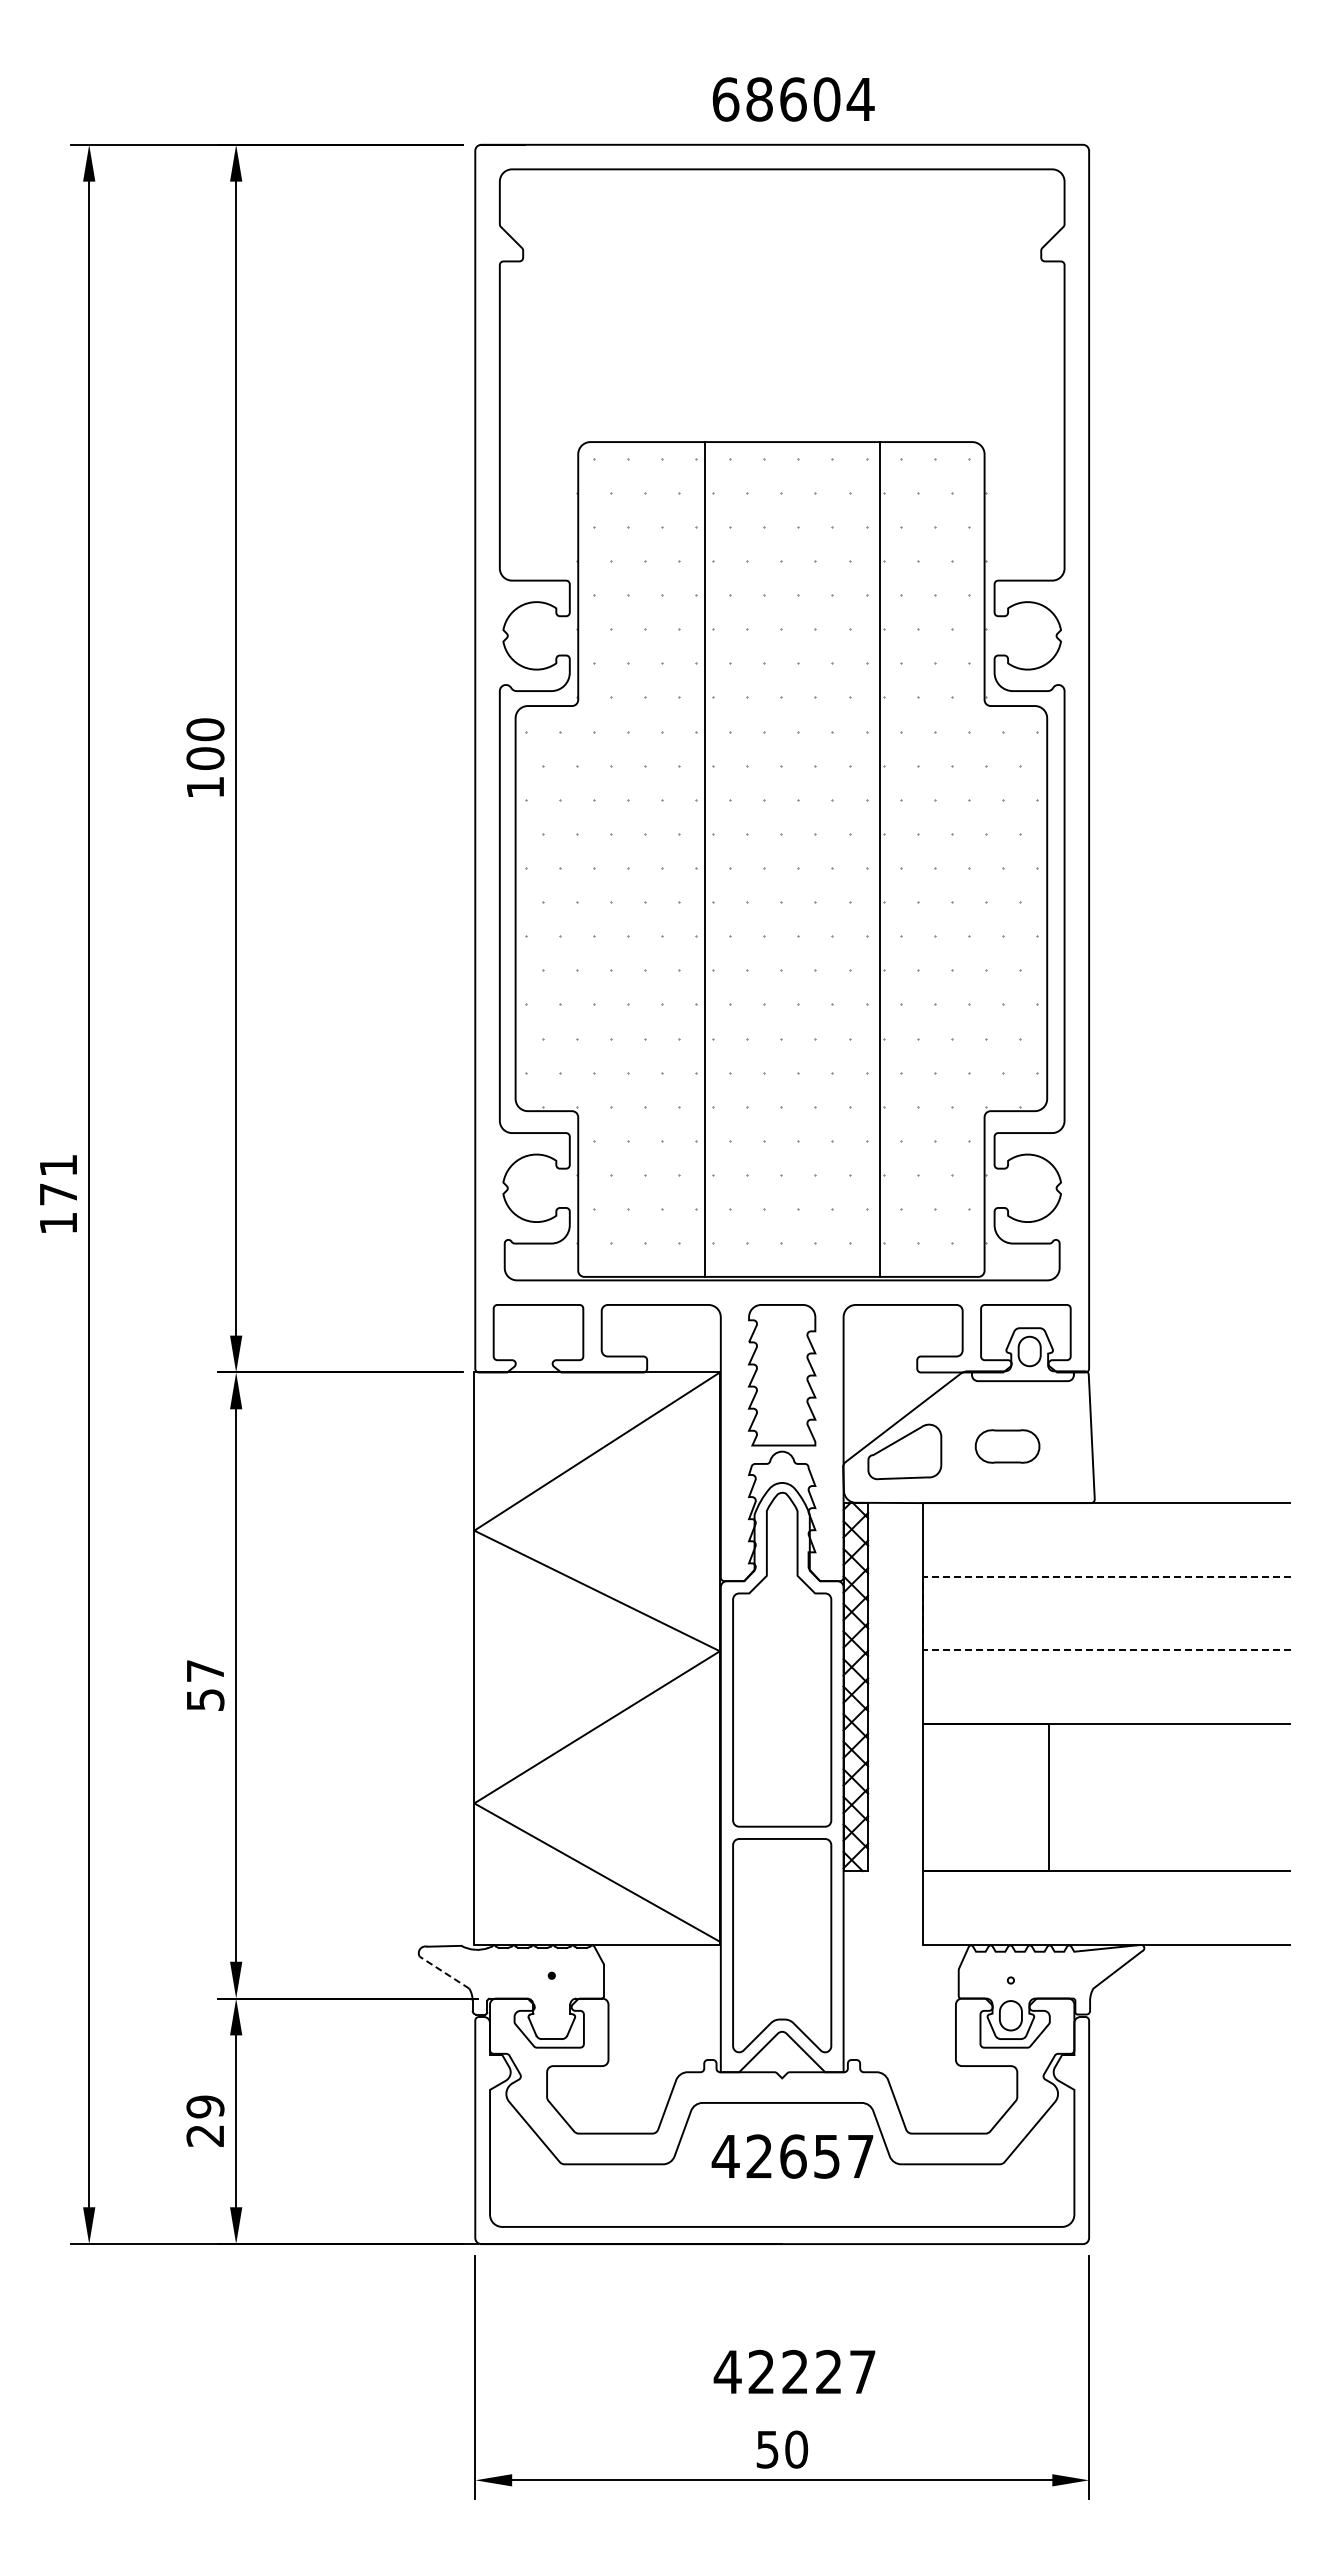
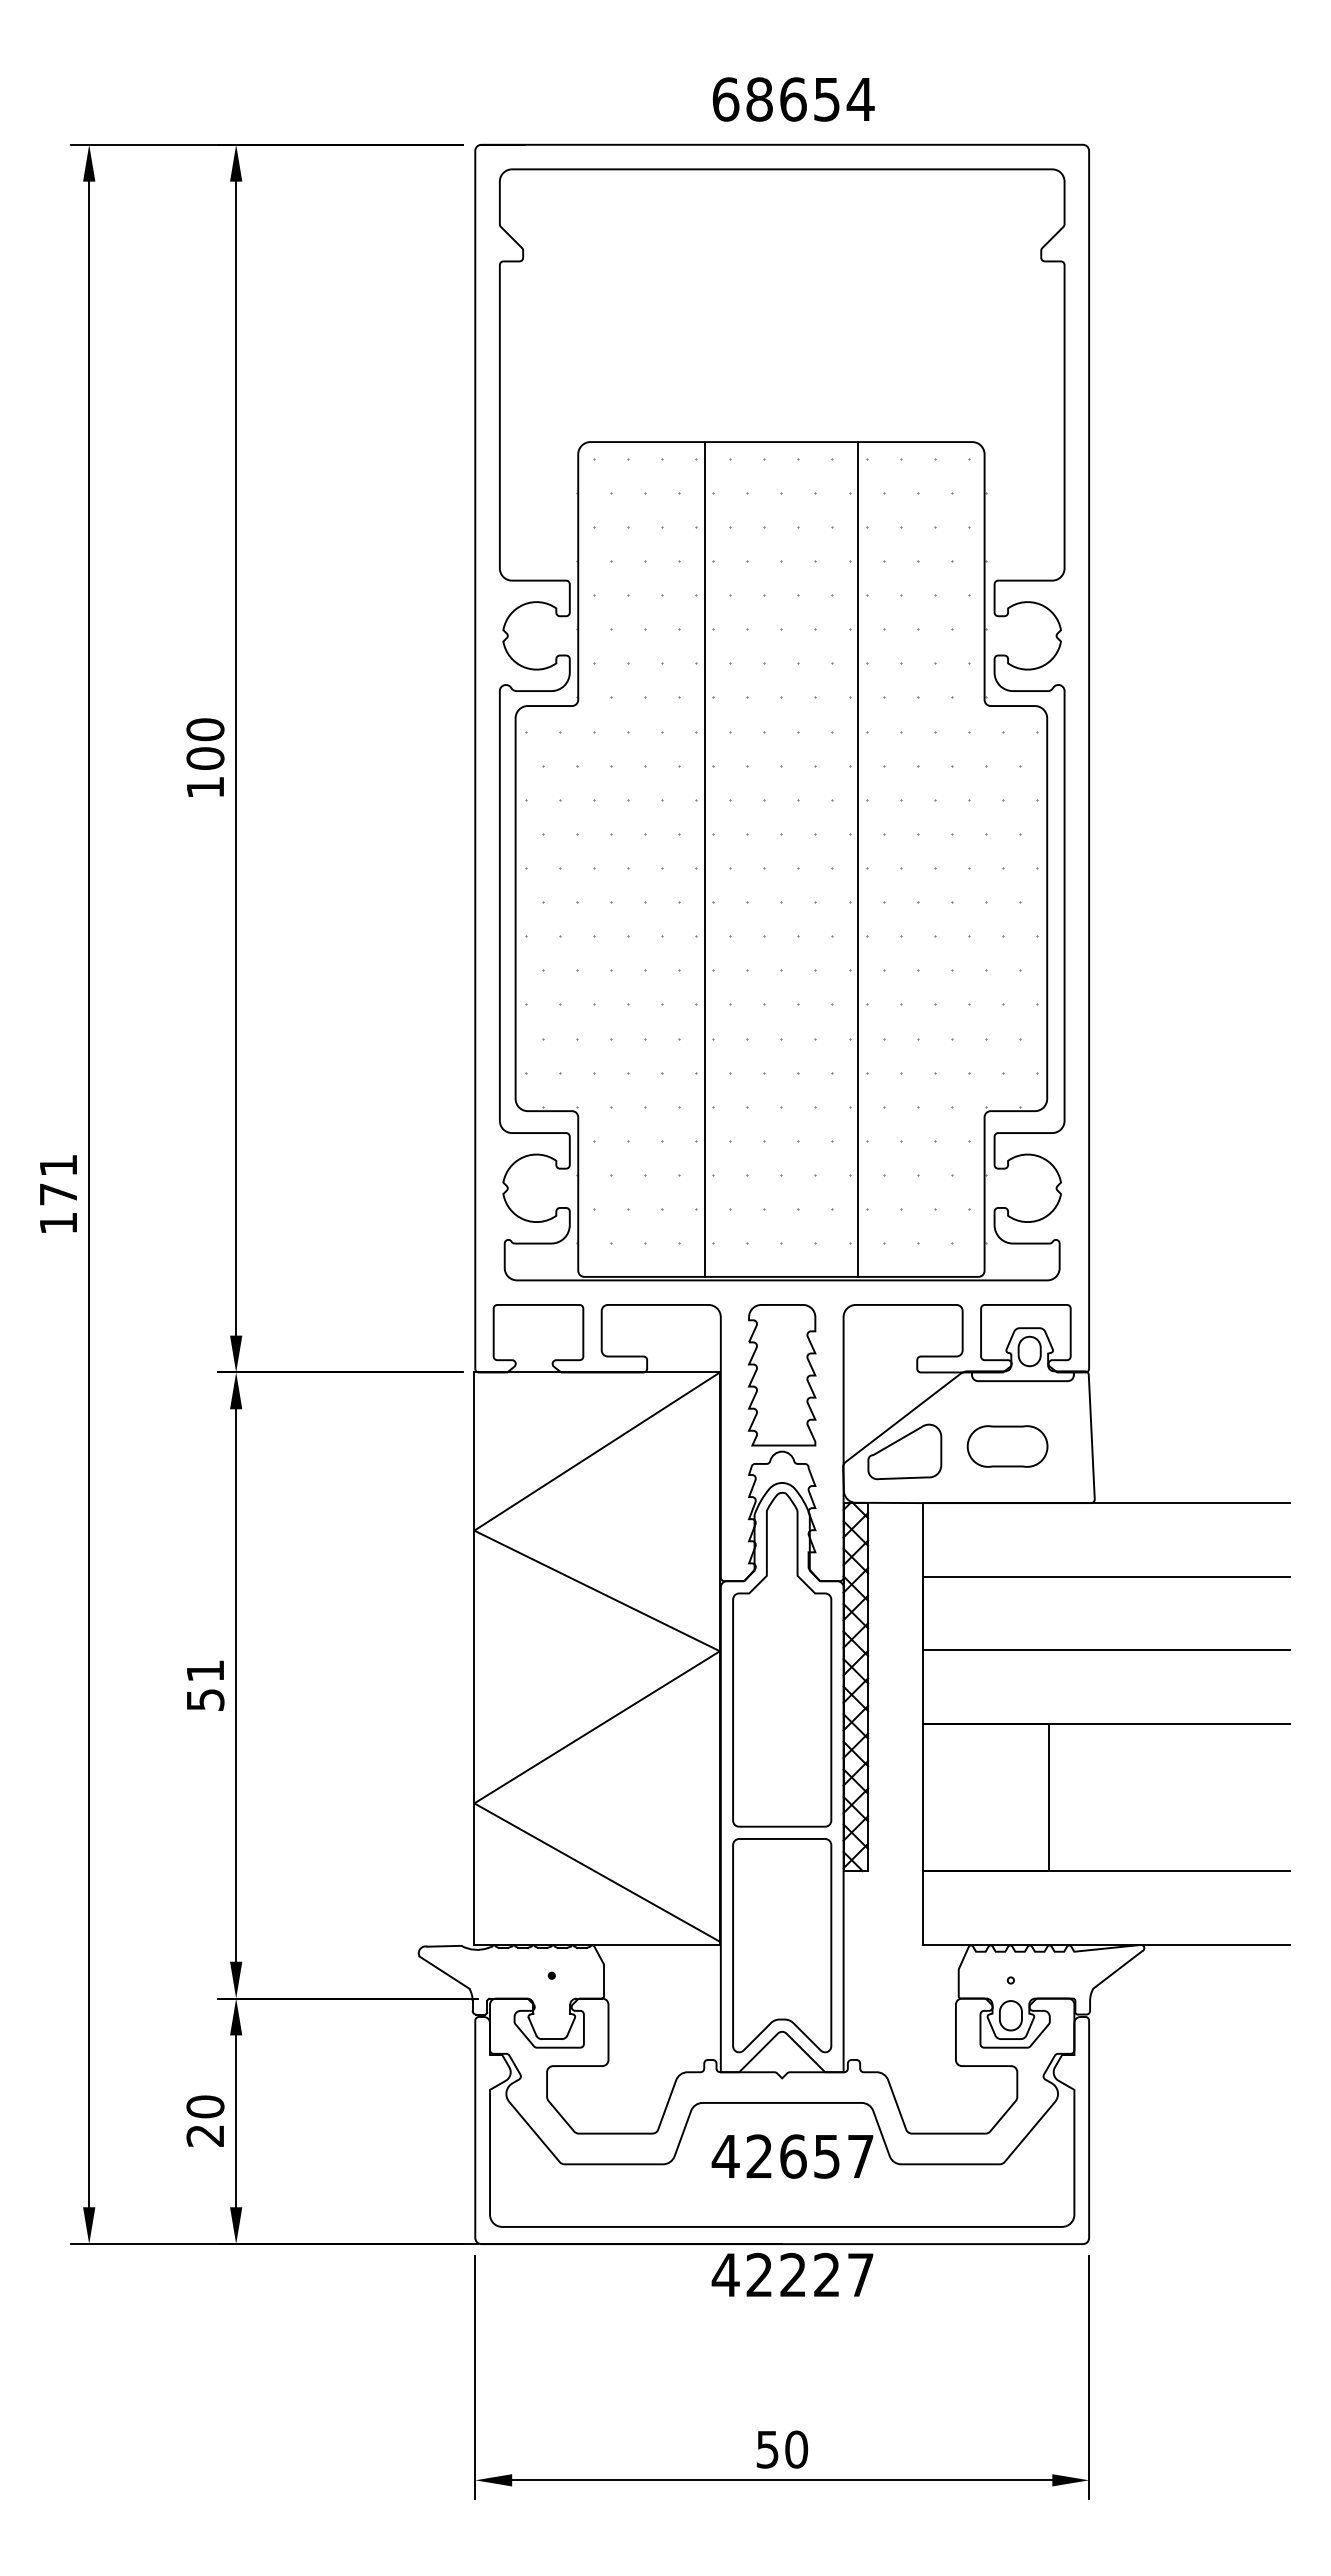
text at (826, 99): 68604 -> 68654
line at (880, 859) position: (880, 859) -> (858, 859)
part at (1007, 1446) size: 67x35 px -> 83x43 px
line at (922, 1613): dashed -> solid
text at (205, 1670): 57 -> 51
line at (444, 1972): dashed -> solid
text at (205, 2106): 29 -> 20
text at (794, 2371) position: (794, 2371) -> (792, 2274)
